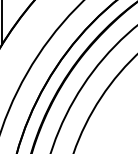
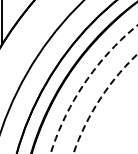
arc at (84, 83): solid -> dashed
arc at (99, 100): solid -> dashed
